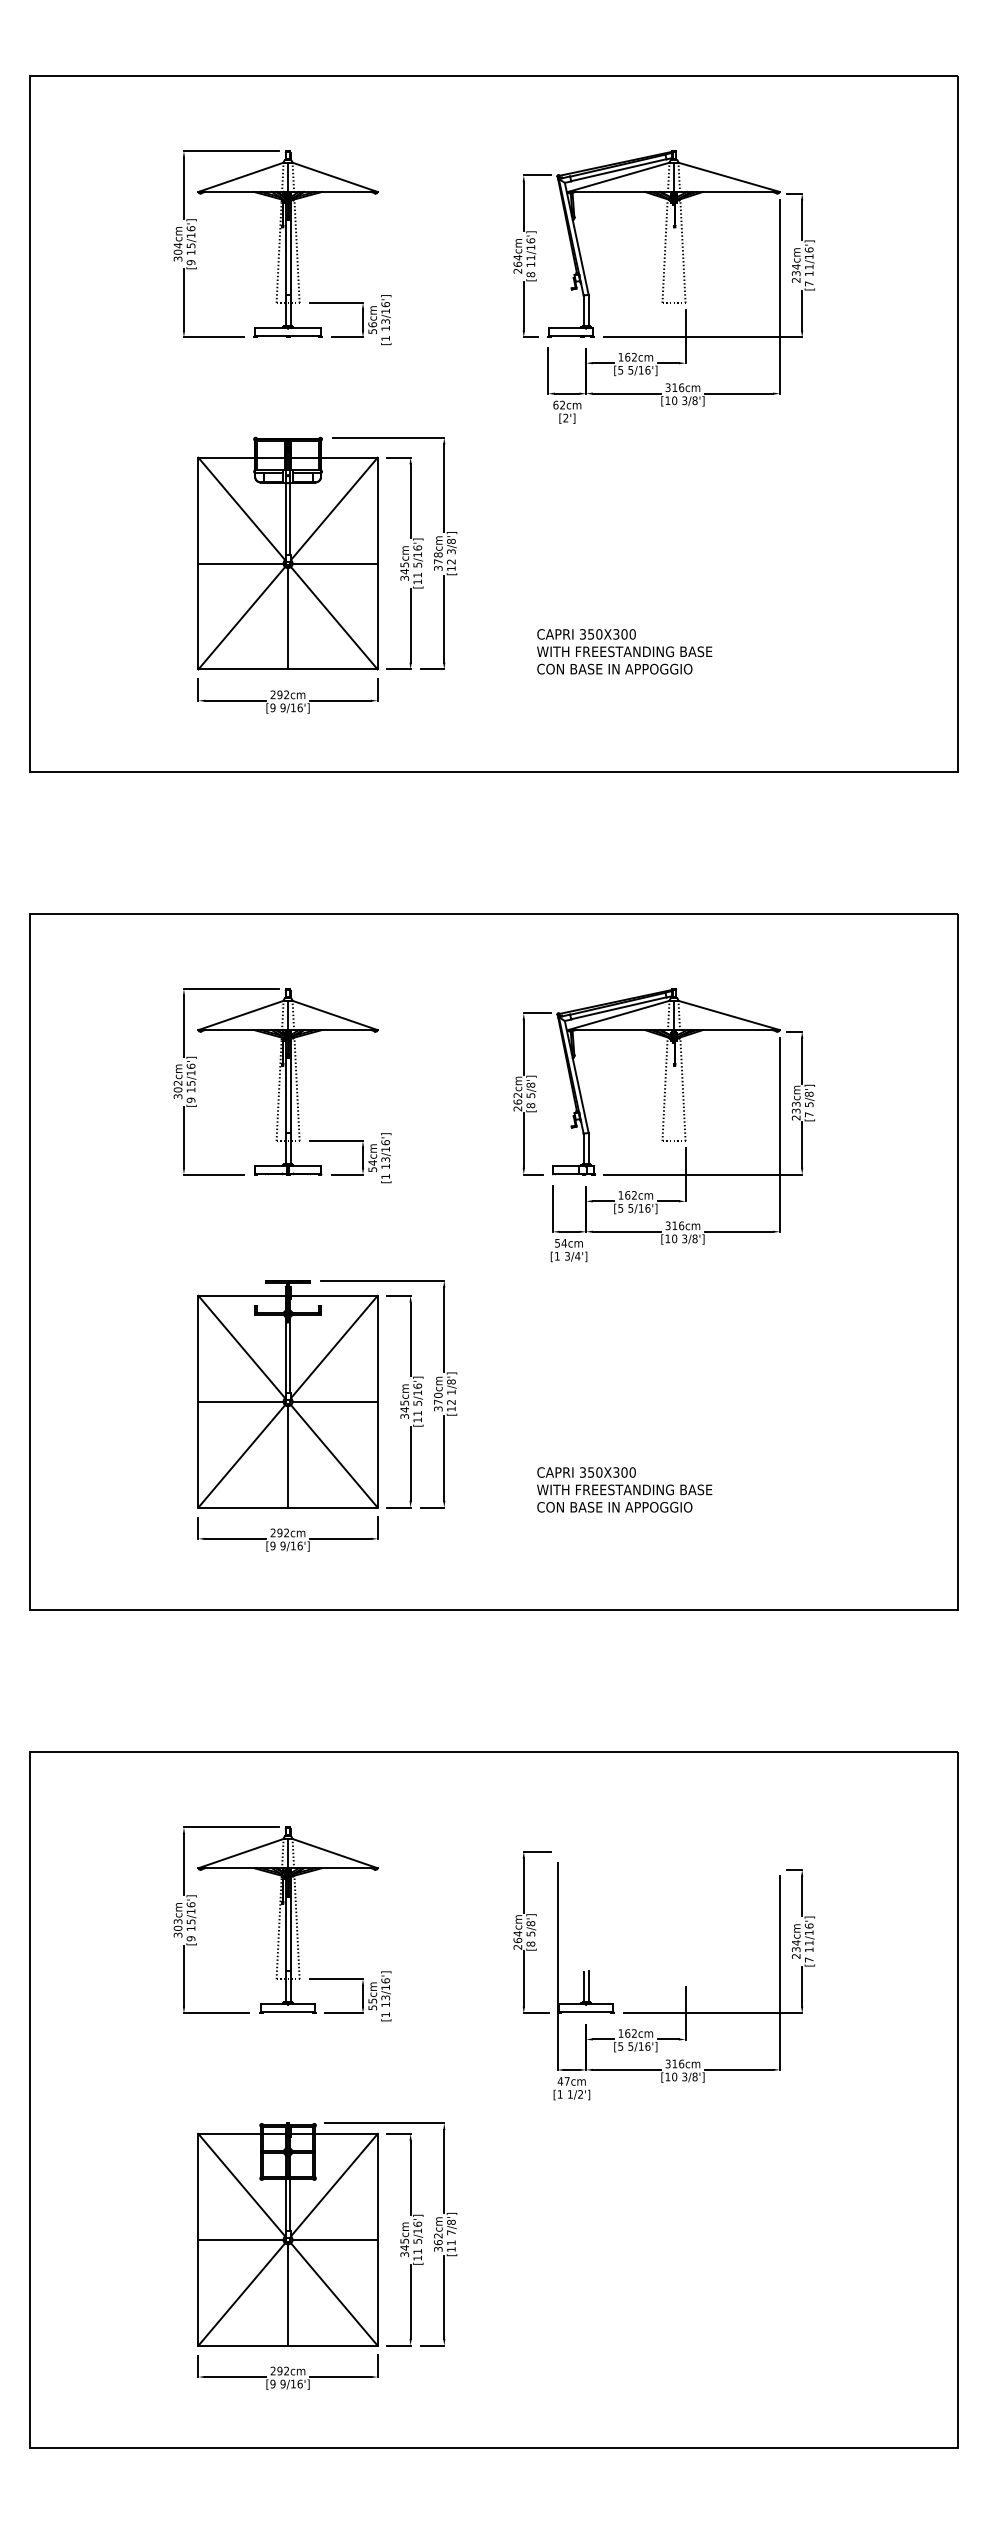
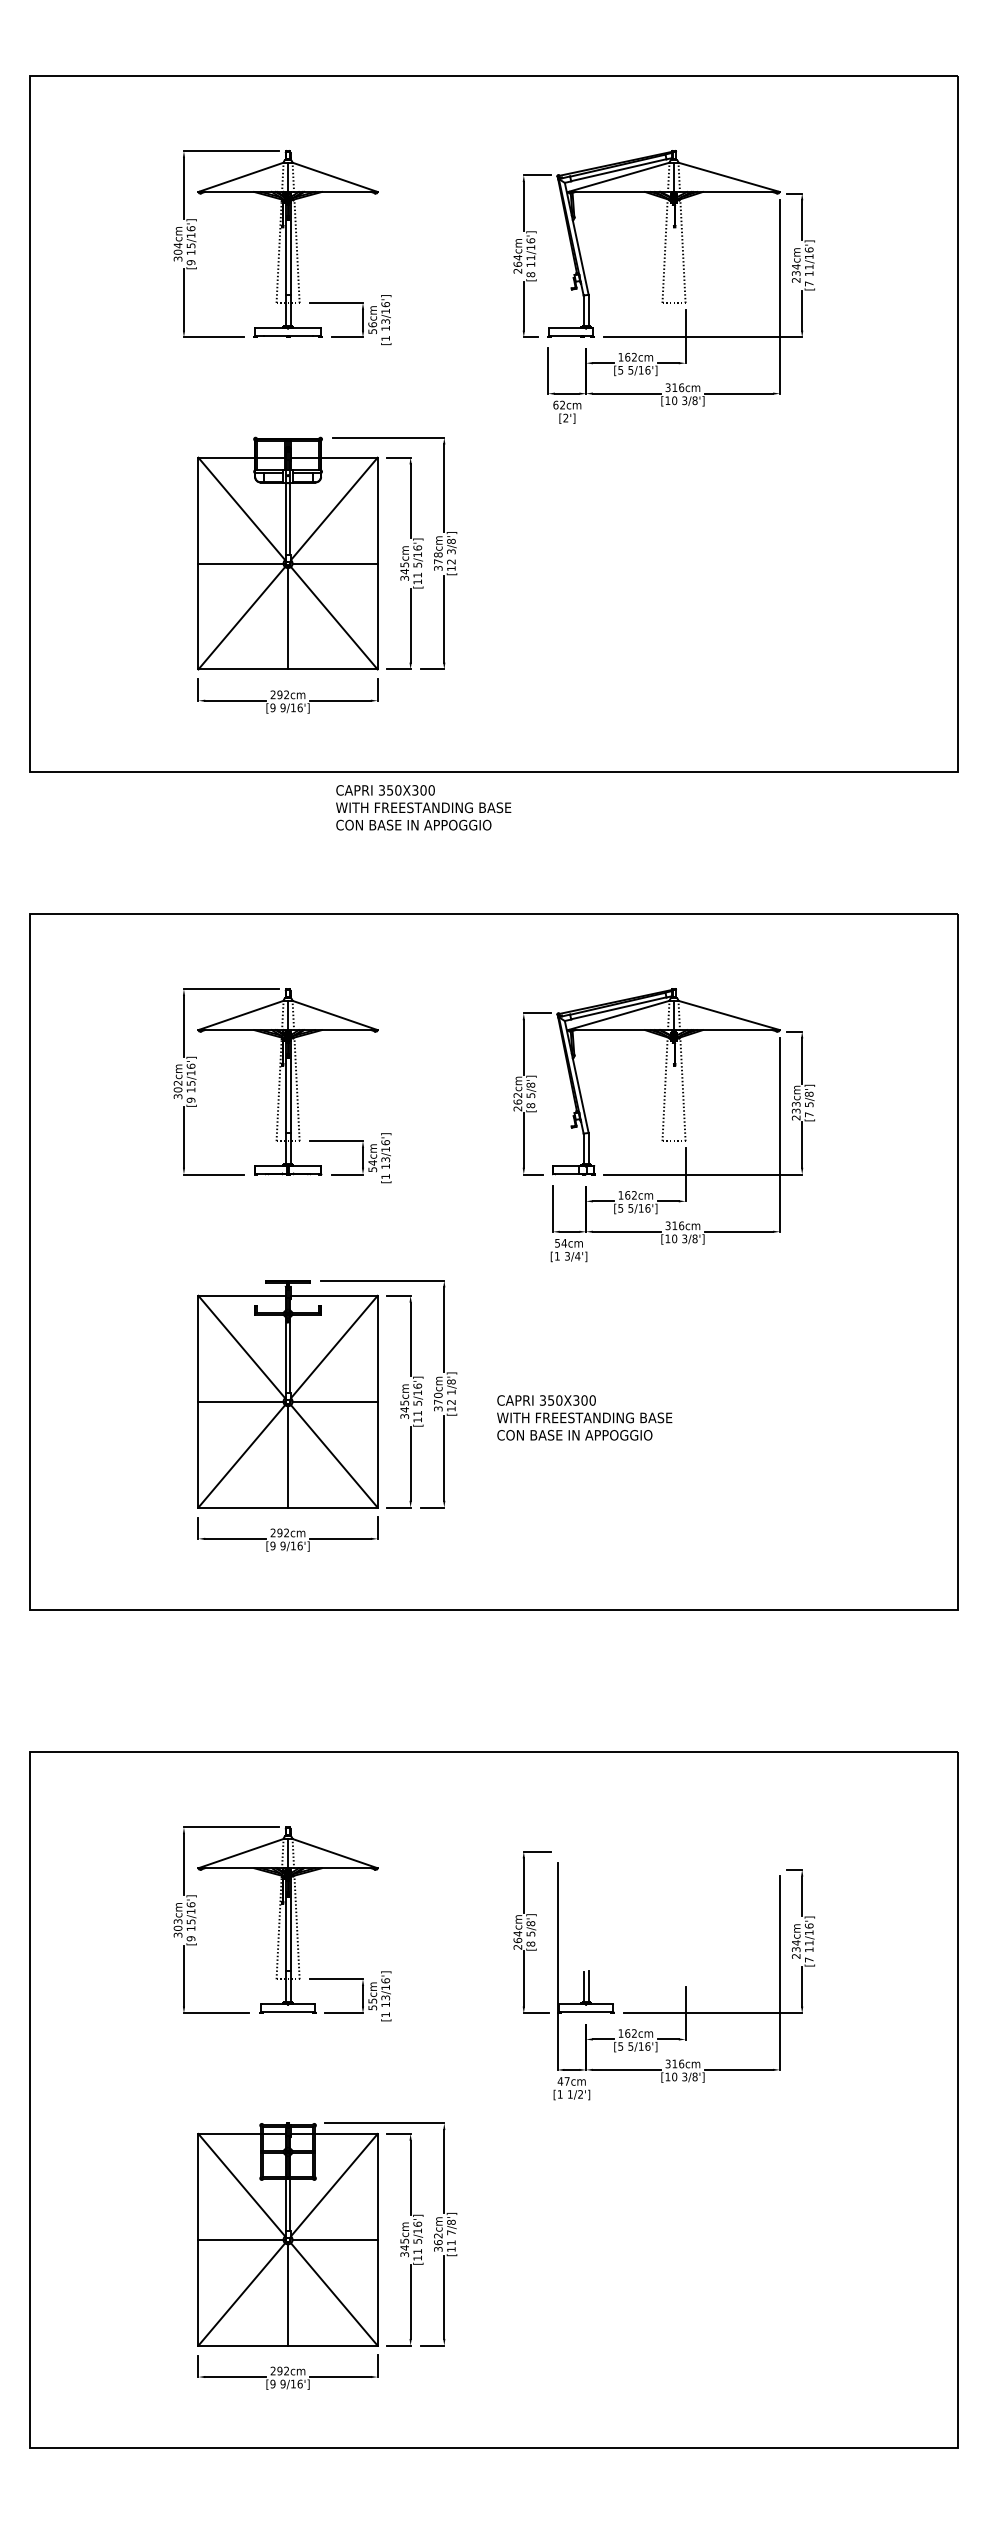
text at (624, 651) position: (624, 651) -> (423, 807)
text at (624, 1489) position: (624, 1489) -> (584, 1417)
